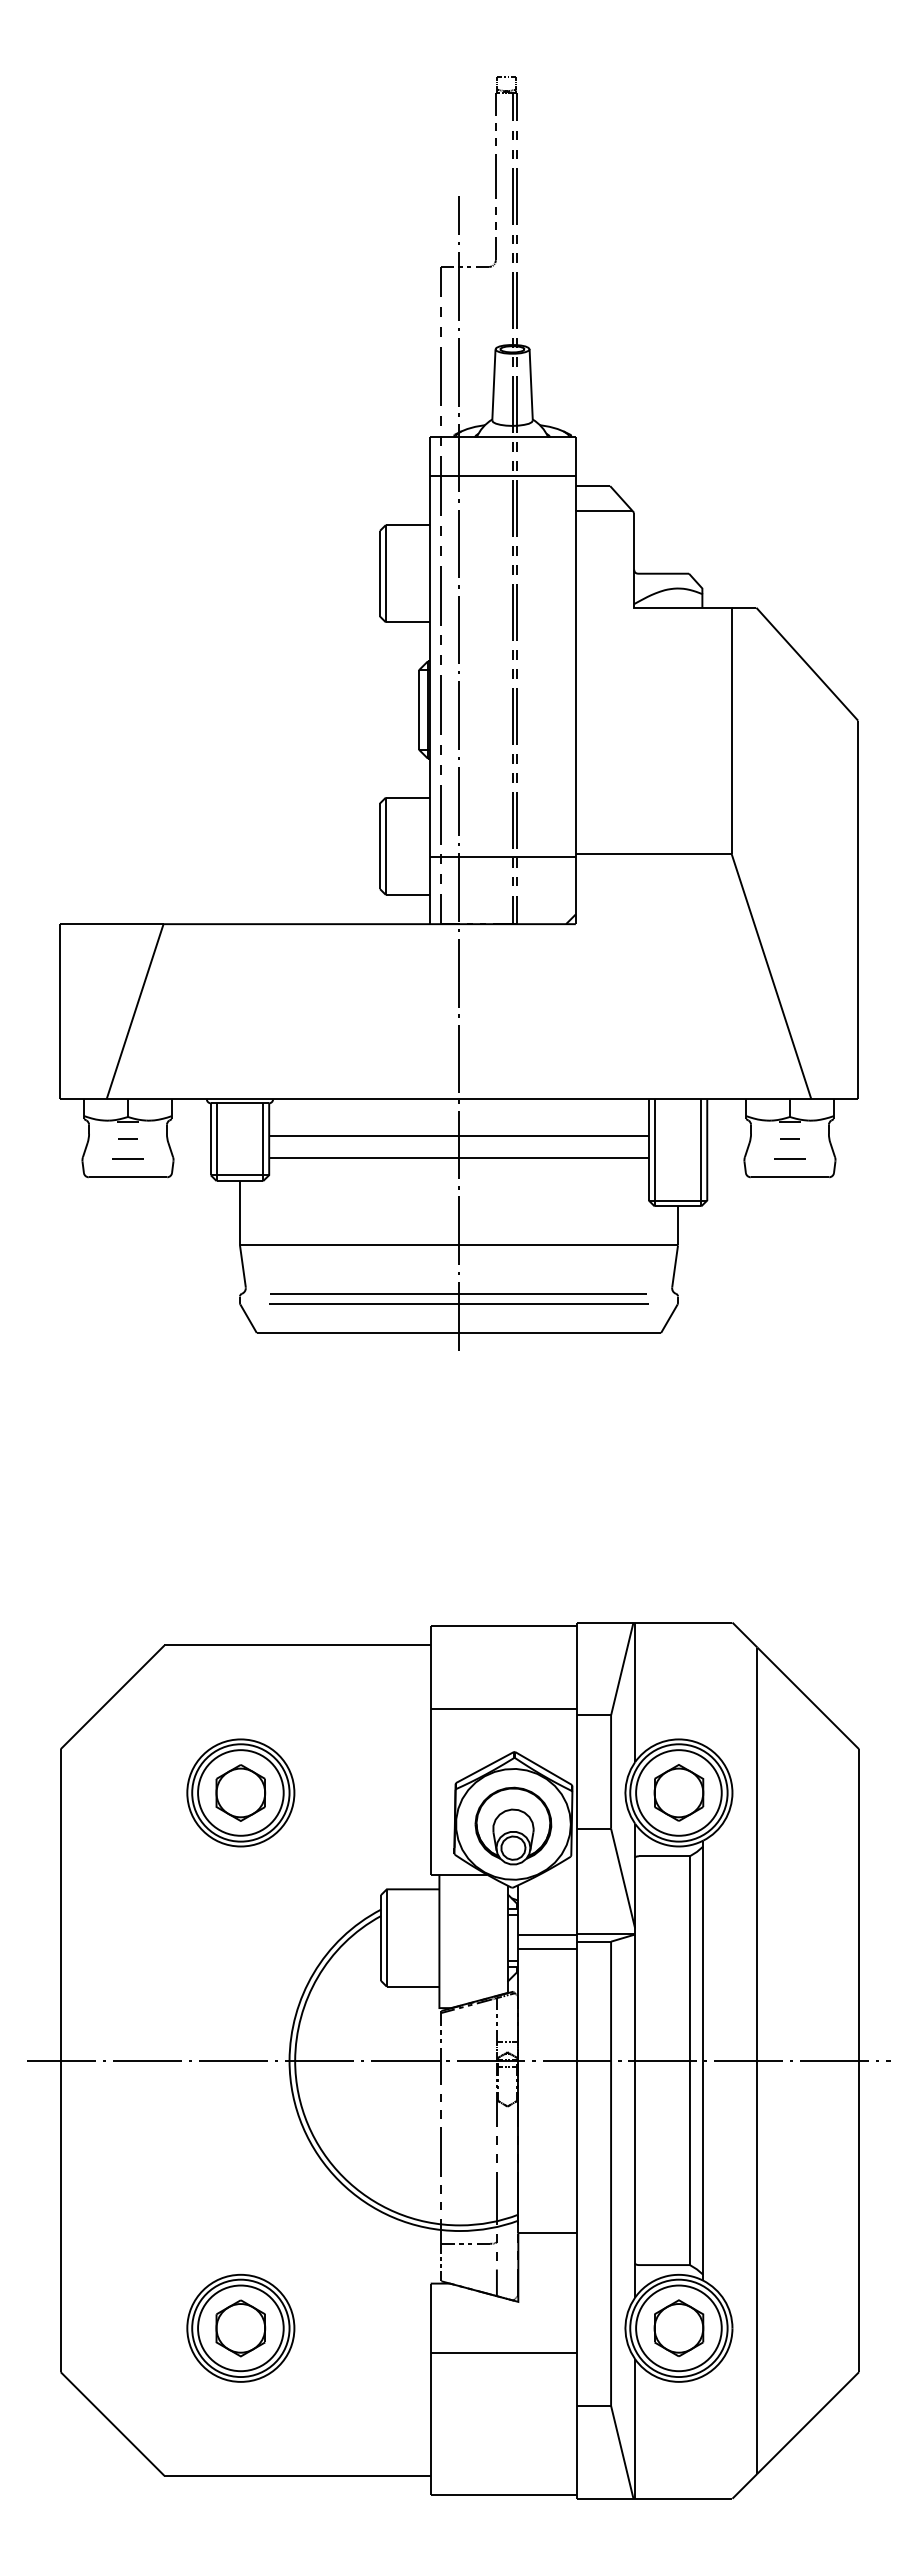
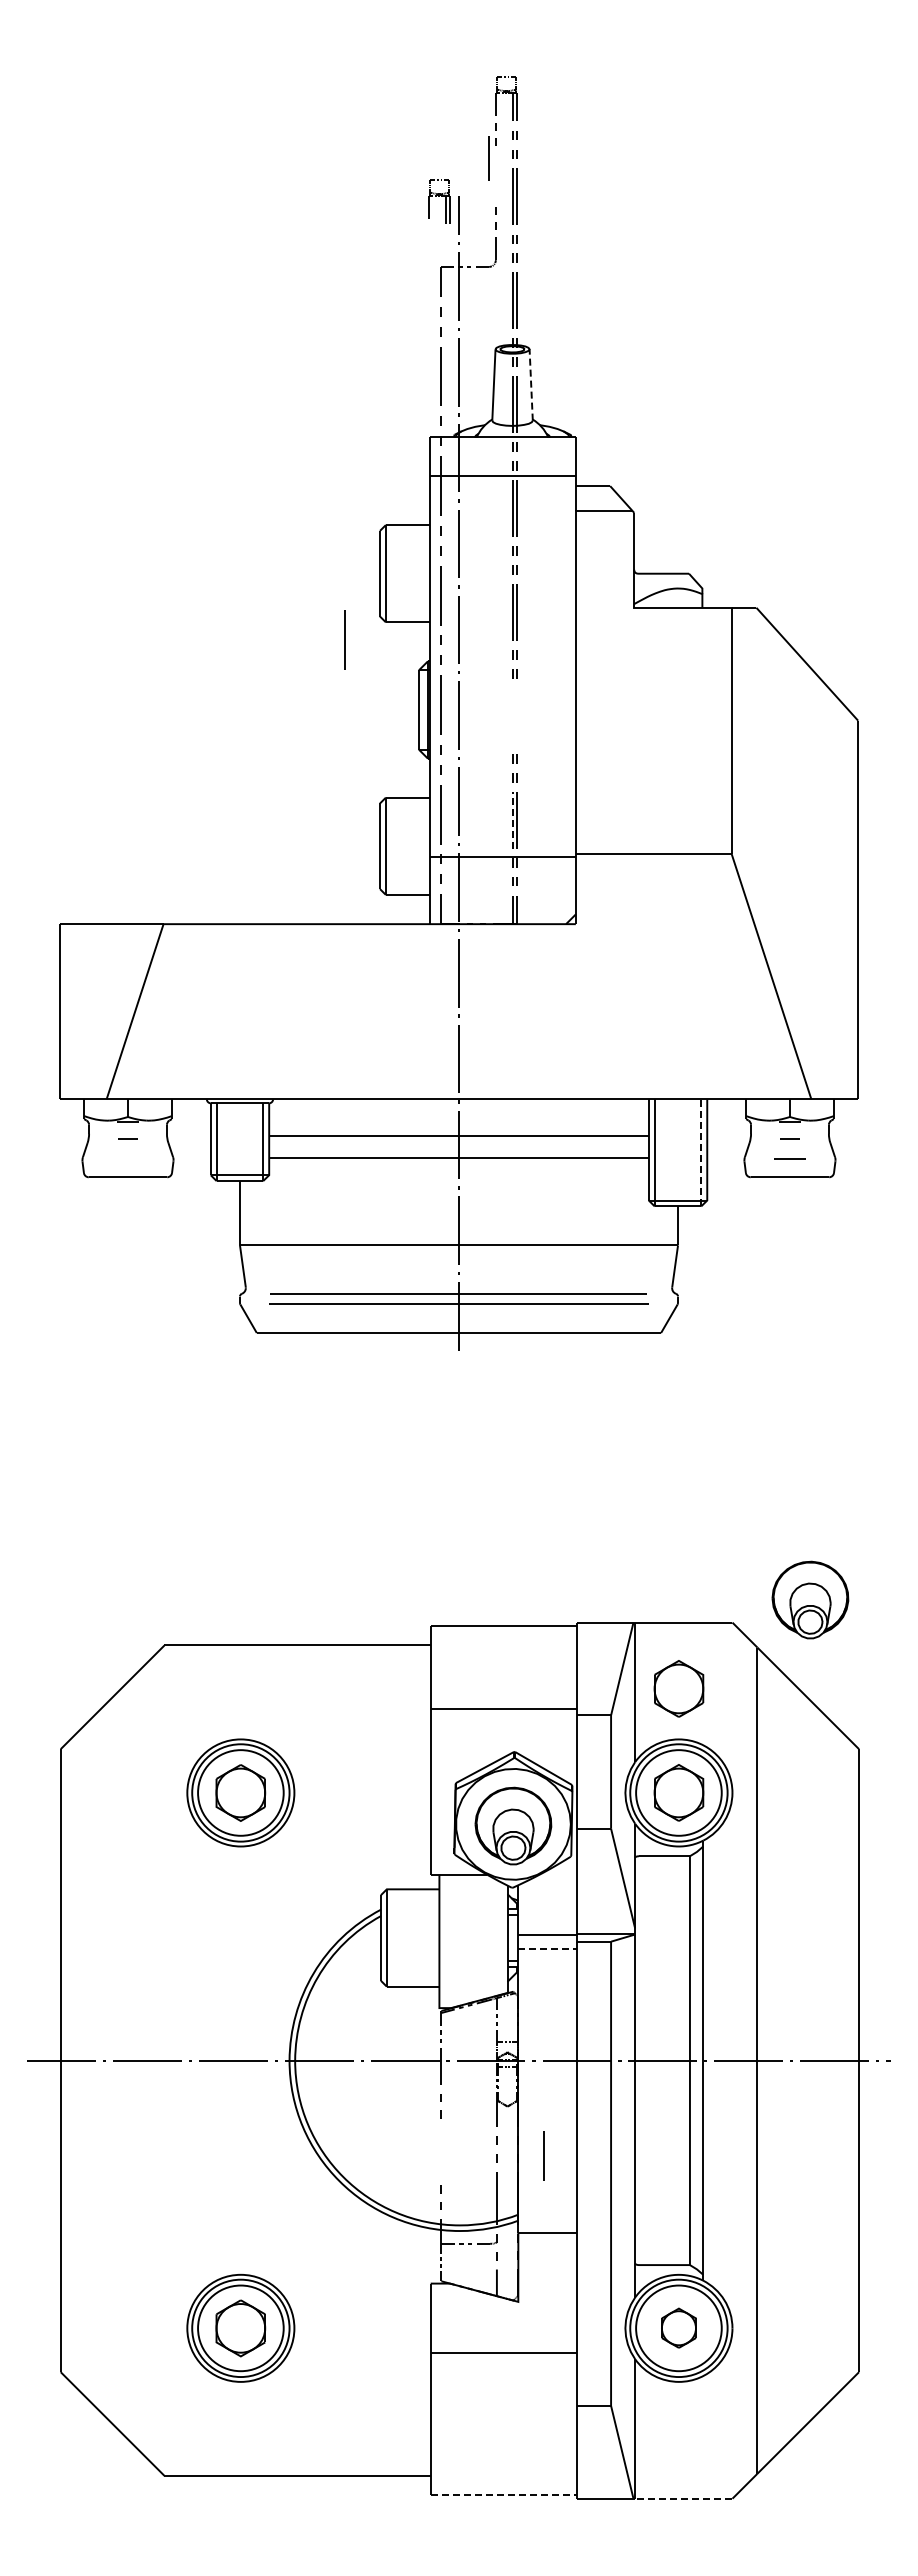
line at (495, 176) position: (495, 176) -> (488, 158)
part at (439, 201): none -> present
line at (531, 384): solid -> dashed
line at (344, 639): none -> present
part at (514, 716): present -> none
line at (512, 819): solid -> dashed
line at (701, 1152): solid -> dashed
line at (127, 1158): present -> none
part at (810, 1599): none -> present
part at (678, 1688): none -> present
line at (548, 1949): solid -> dashed
line at (440, 2151) position: (440, 2151) -> (543, 2155)
part at (678, 2327) size: 52x58 px -> 36x42 px
line at (504, 2495): solid -> dashed
line at (683, 2498): solid -> dashed
